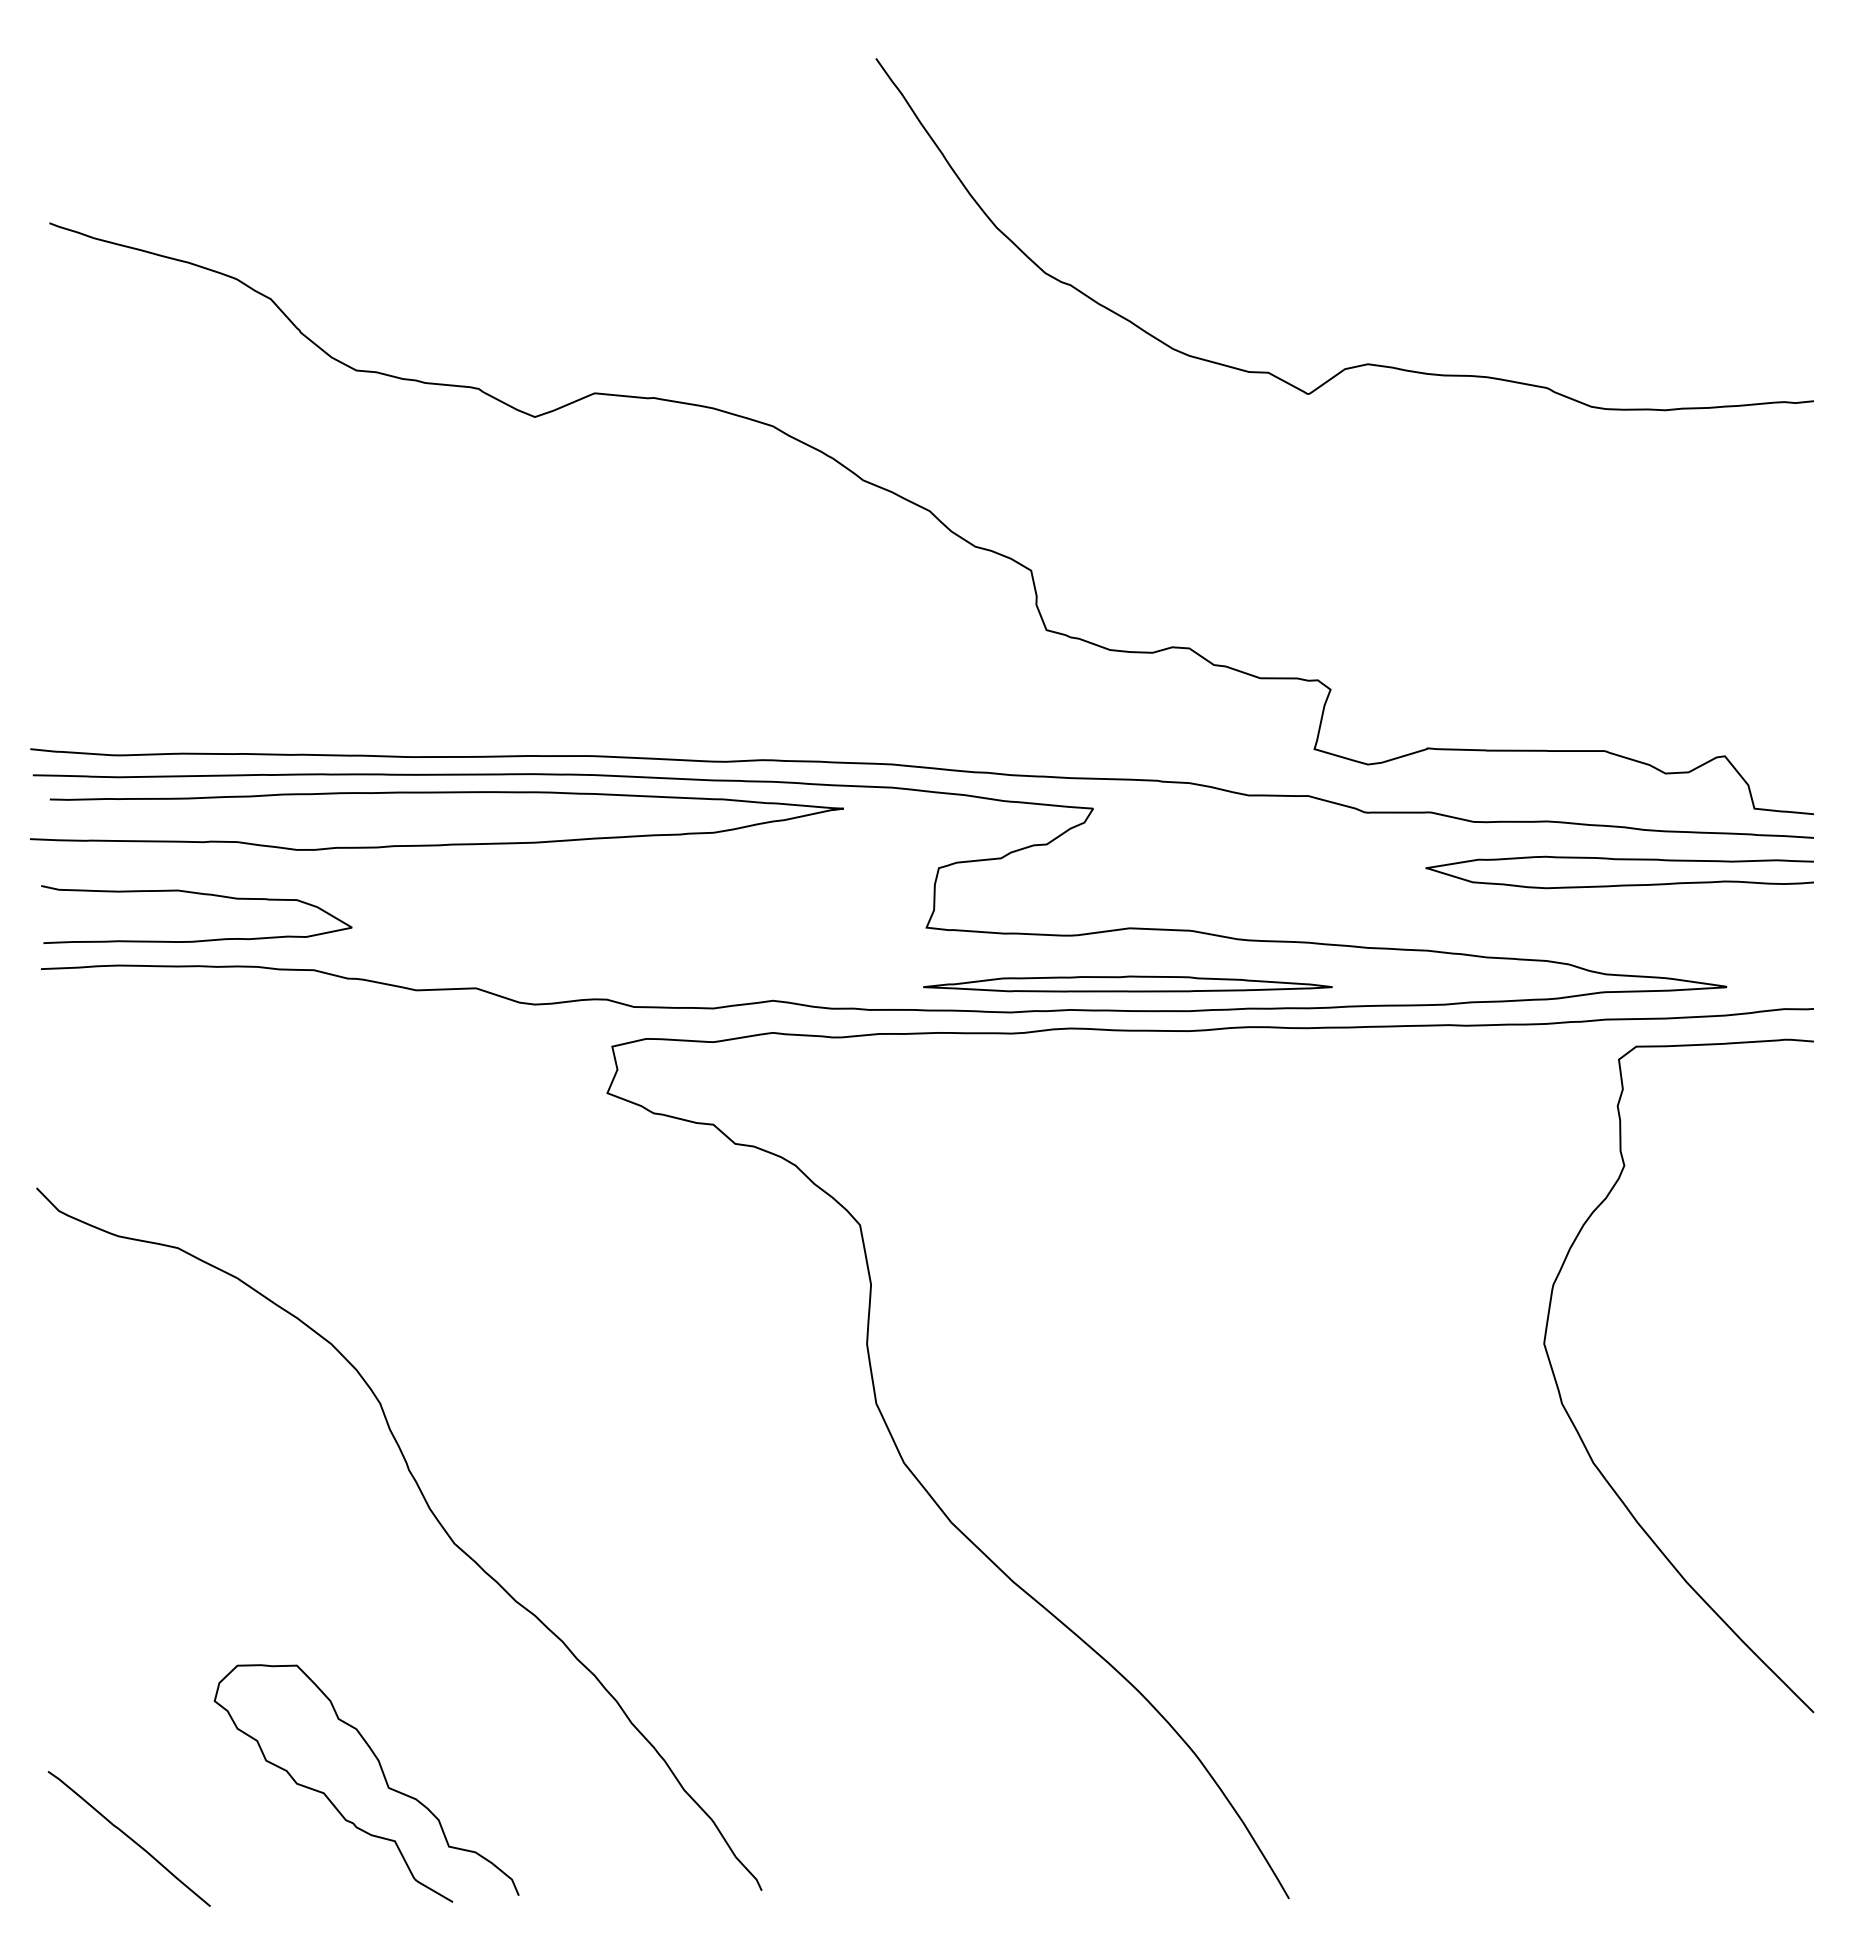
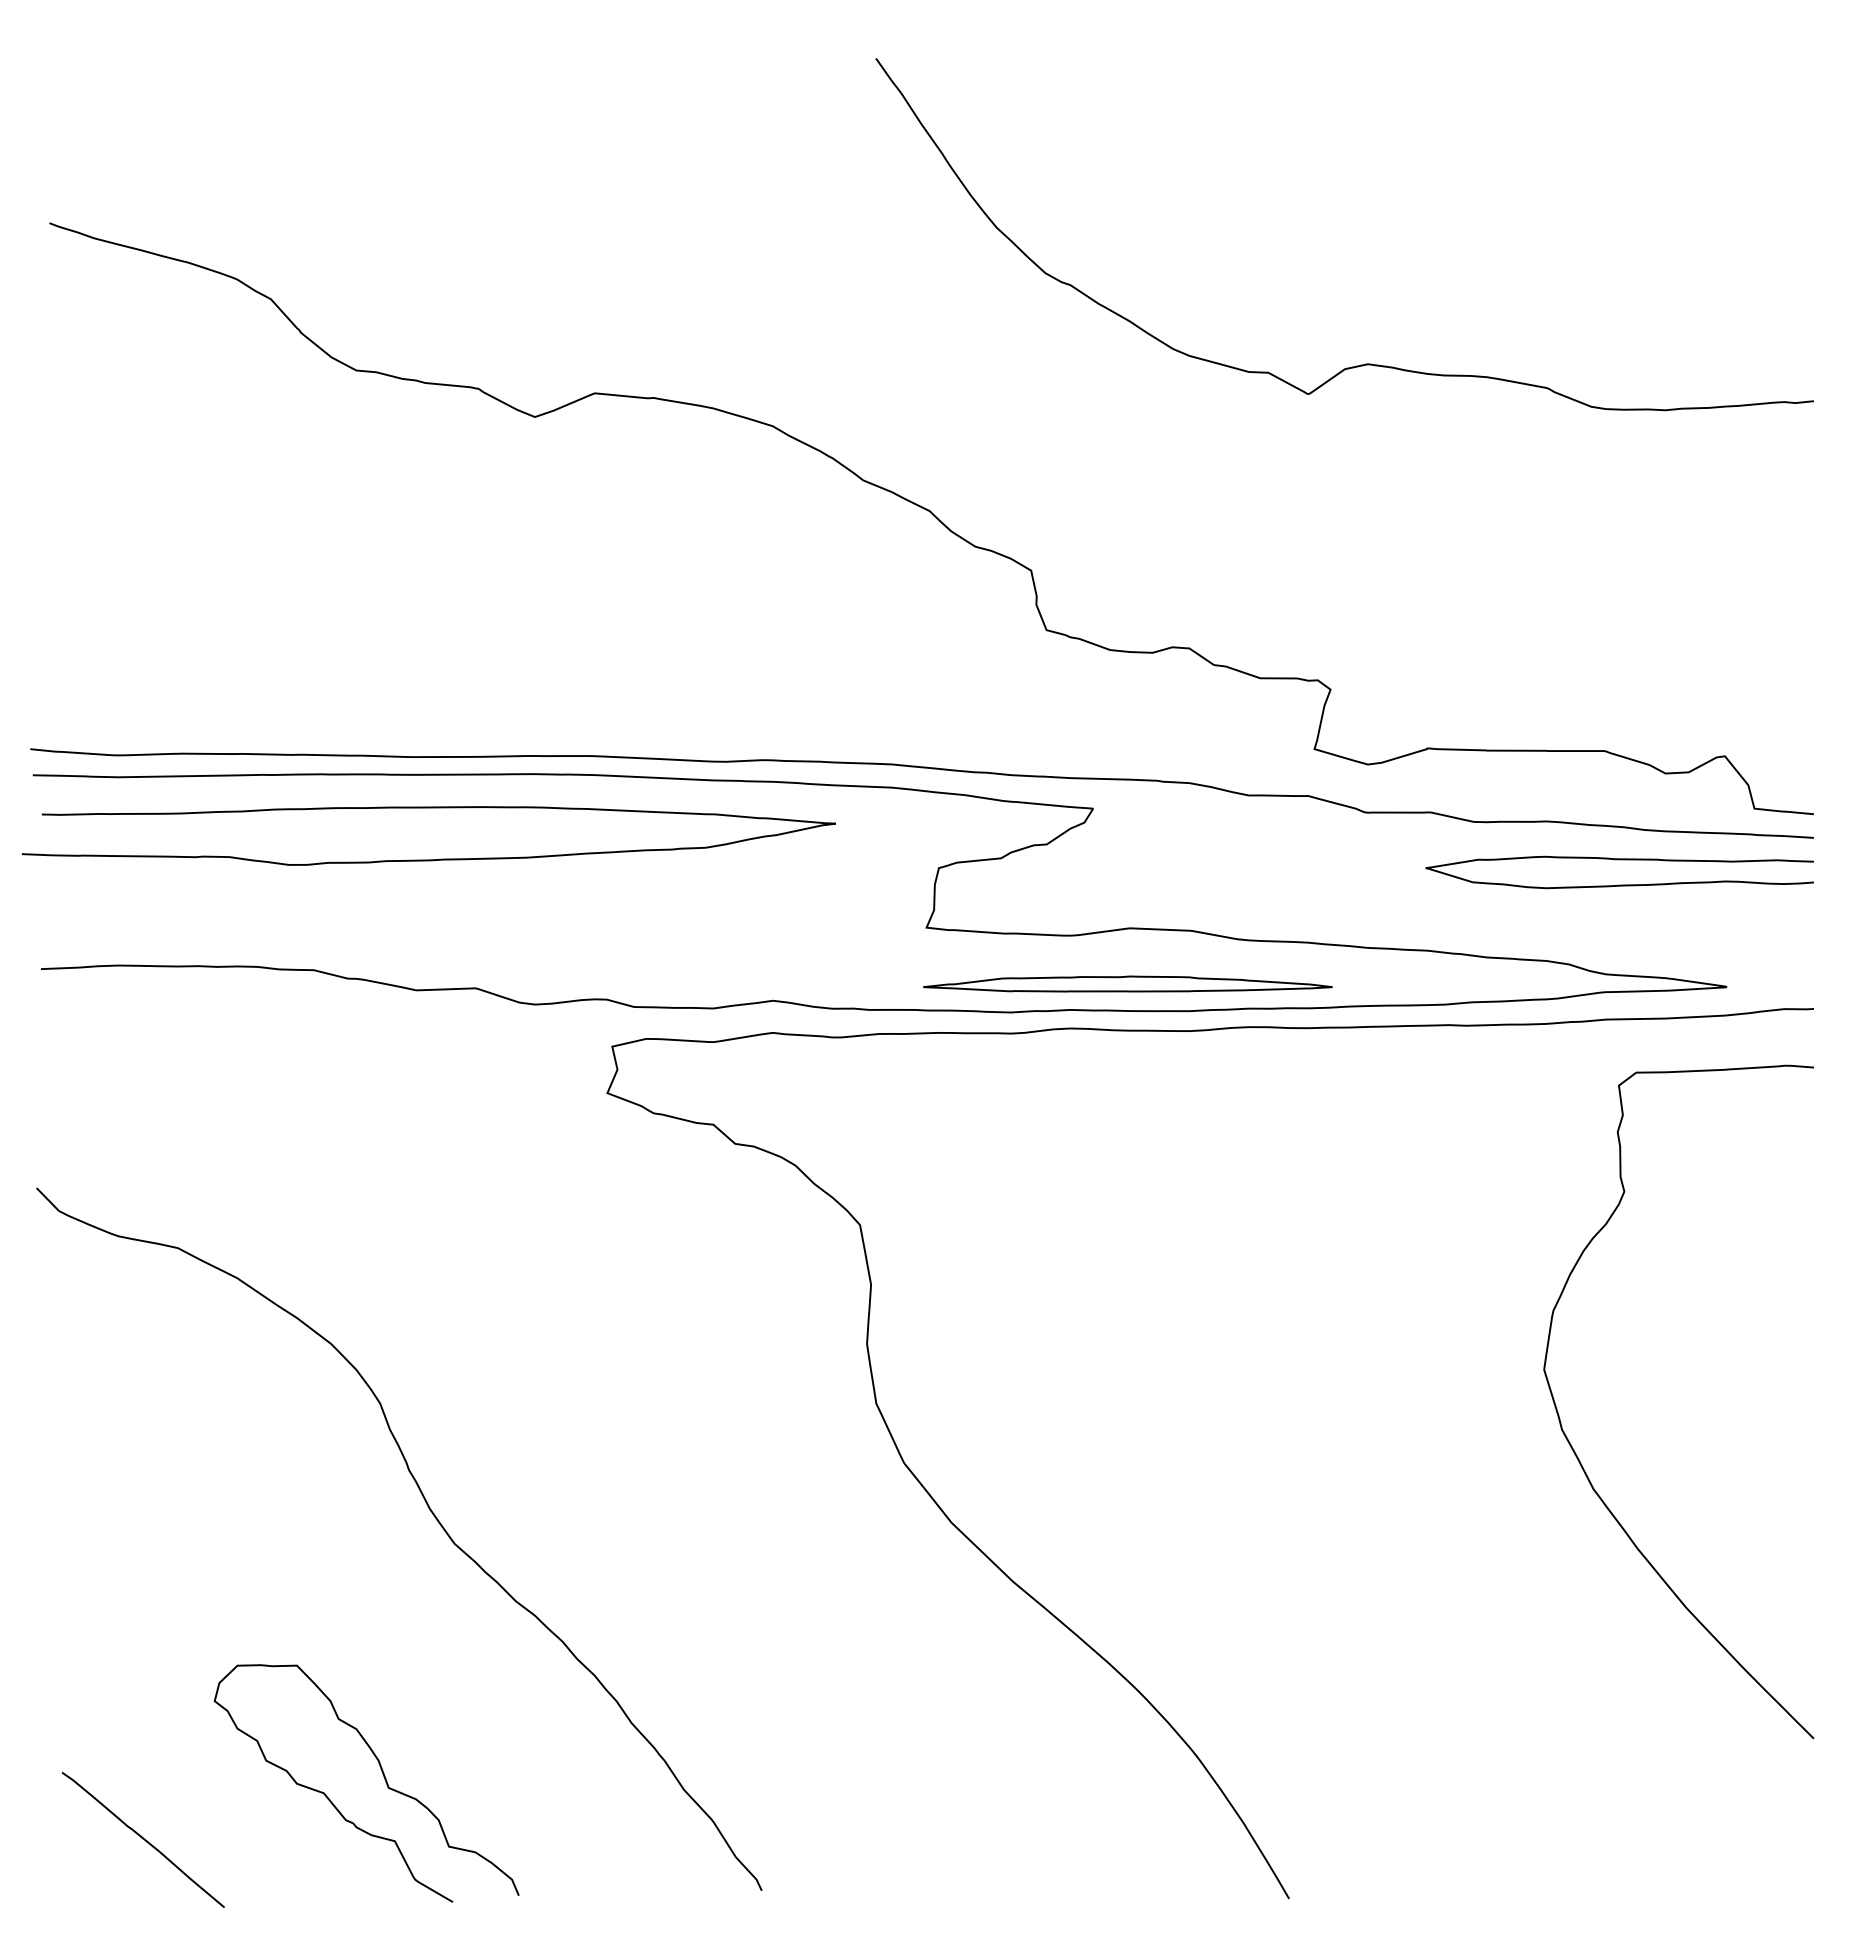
curve at (436, 844) position: (436, 844) -> (428, 859)
curve at (197, 894): present -> none
curve at (1576, 1427) position: (1576, 1427) -> (1576, 1453)
curve at (128, 1838) position: (128, 1838) -> (142, 1839)
